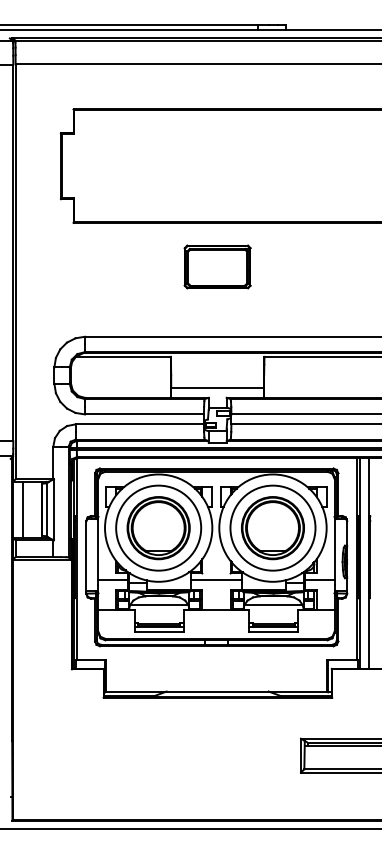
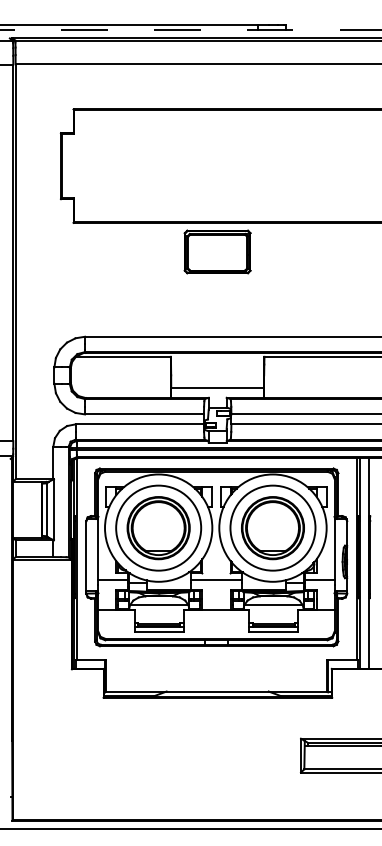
line at (190, 30): solid -> dashed
part at (217, 266) position: (217, 266) -> (217, 251)
line at (23, 509): present -> none
